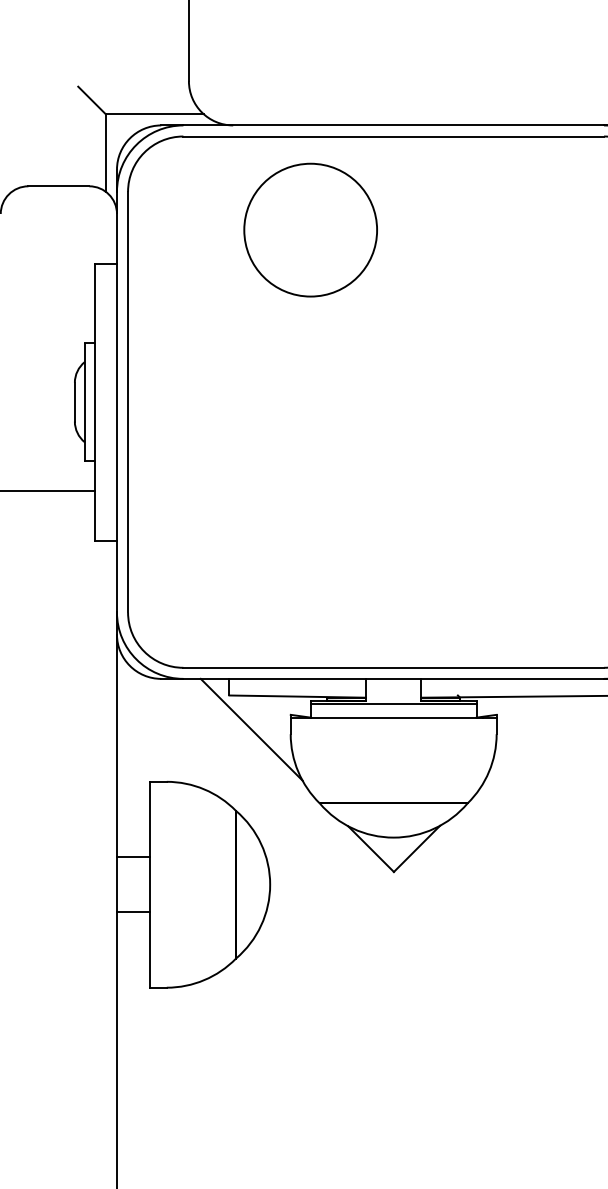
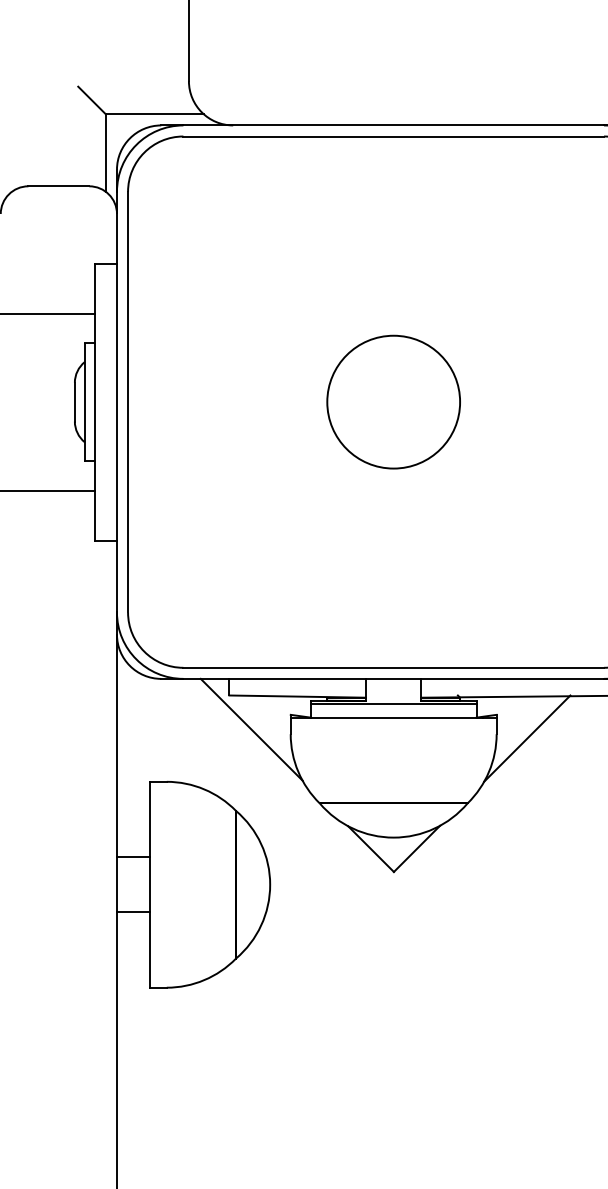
circle at (310, 229) position: (310, 229) -> (393, 401)
line at (48, 313): none -> present
line at (527, 738): none -> present
